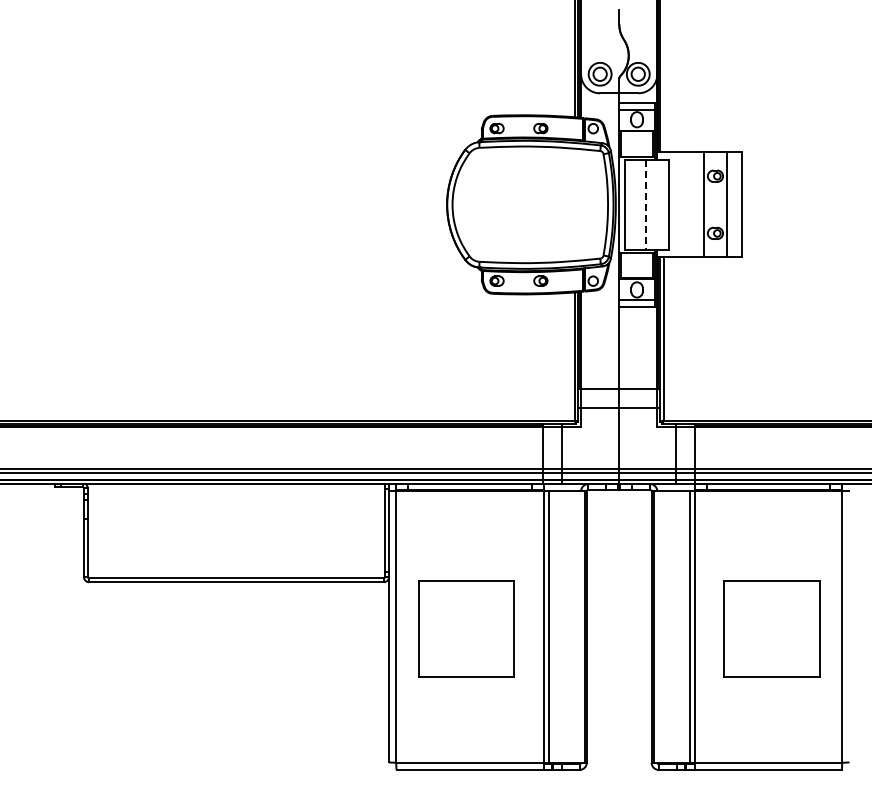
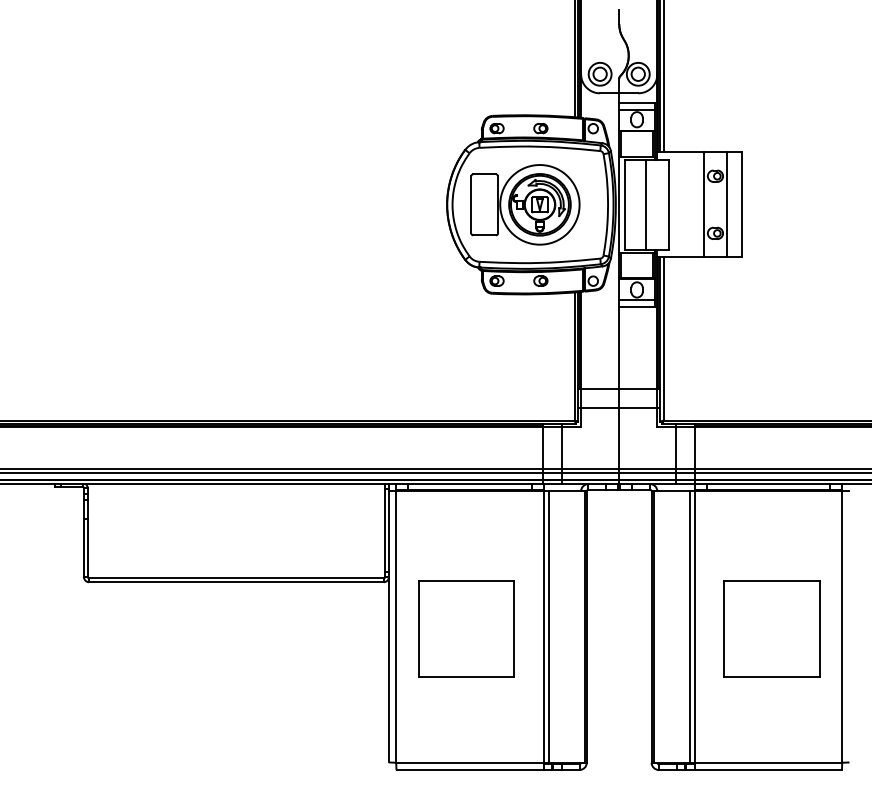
line at (663, 77): none -> present
part at (525, 204): none -> present
line at (645, 204): dashed -> solid
